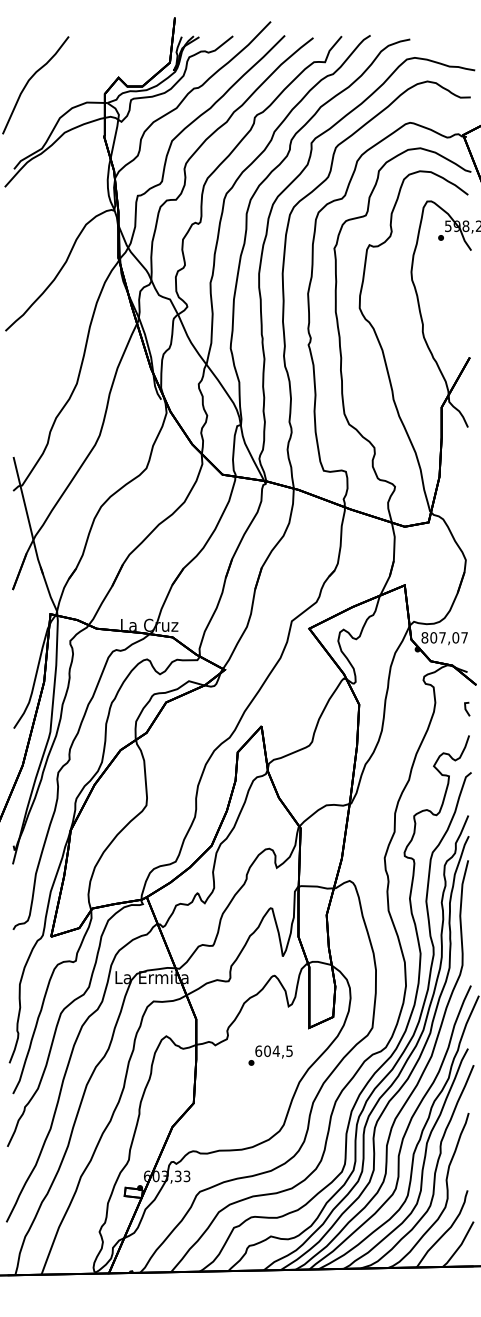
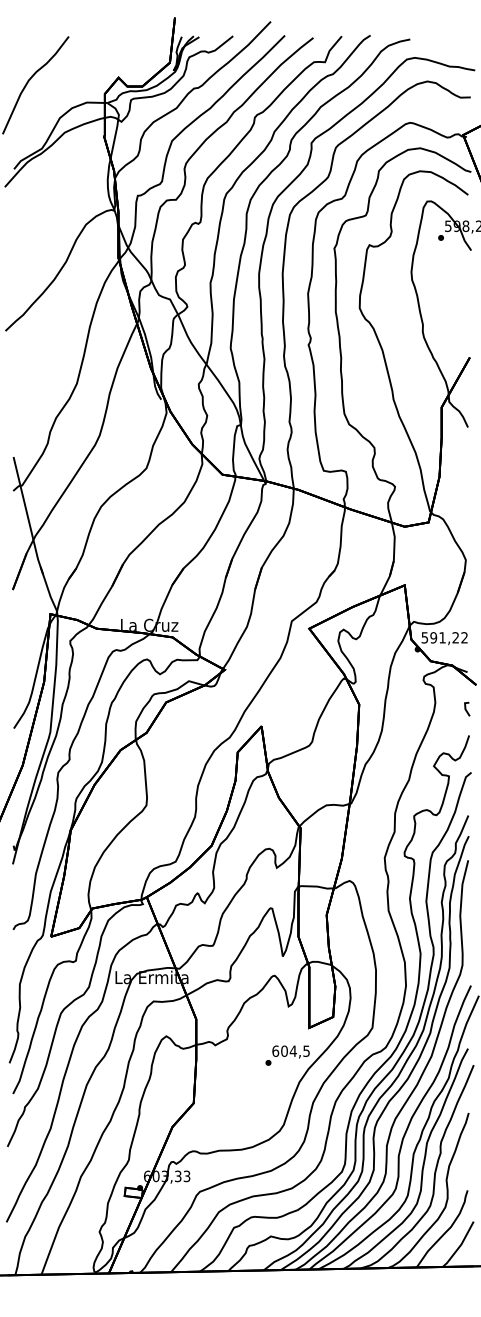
text at (444, 637): 807,07 -> 591,22
text at (270, 1055) position: (270, 1055) -> (287, 1055)
